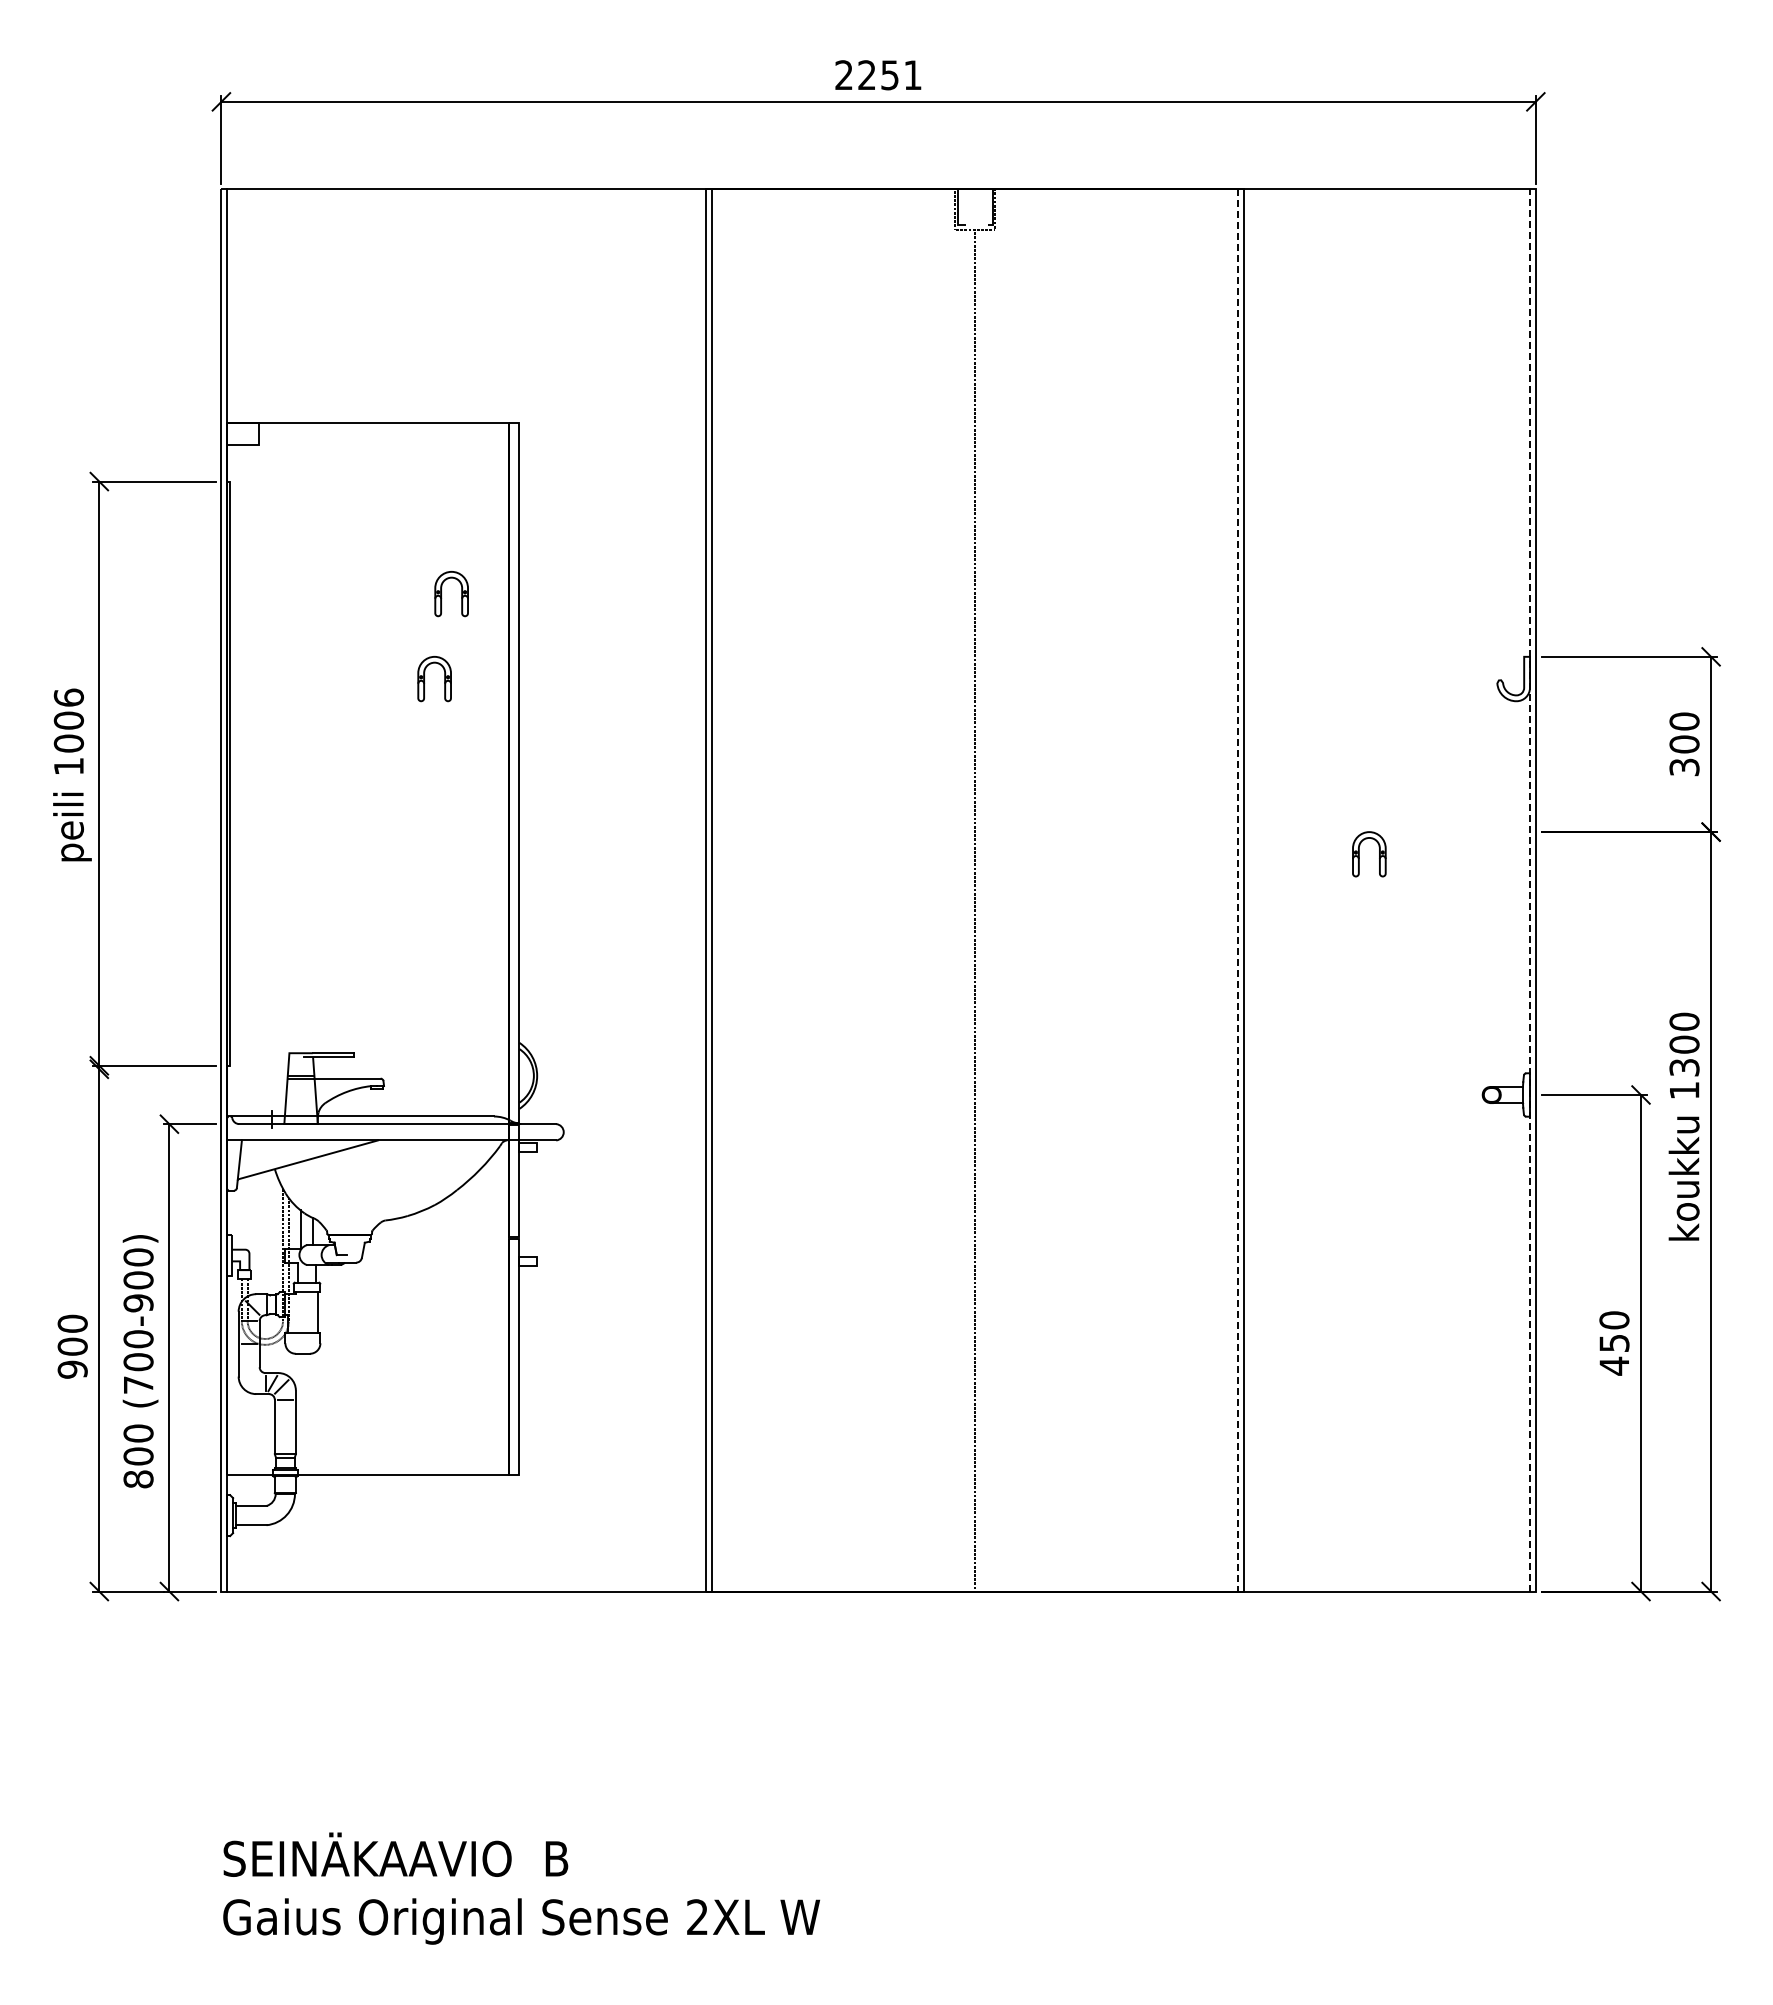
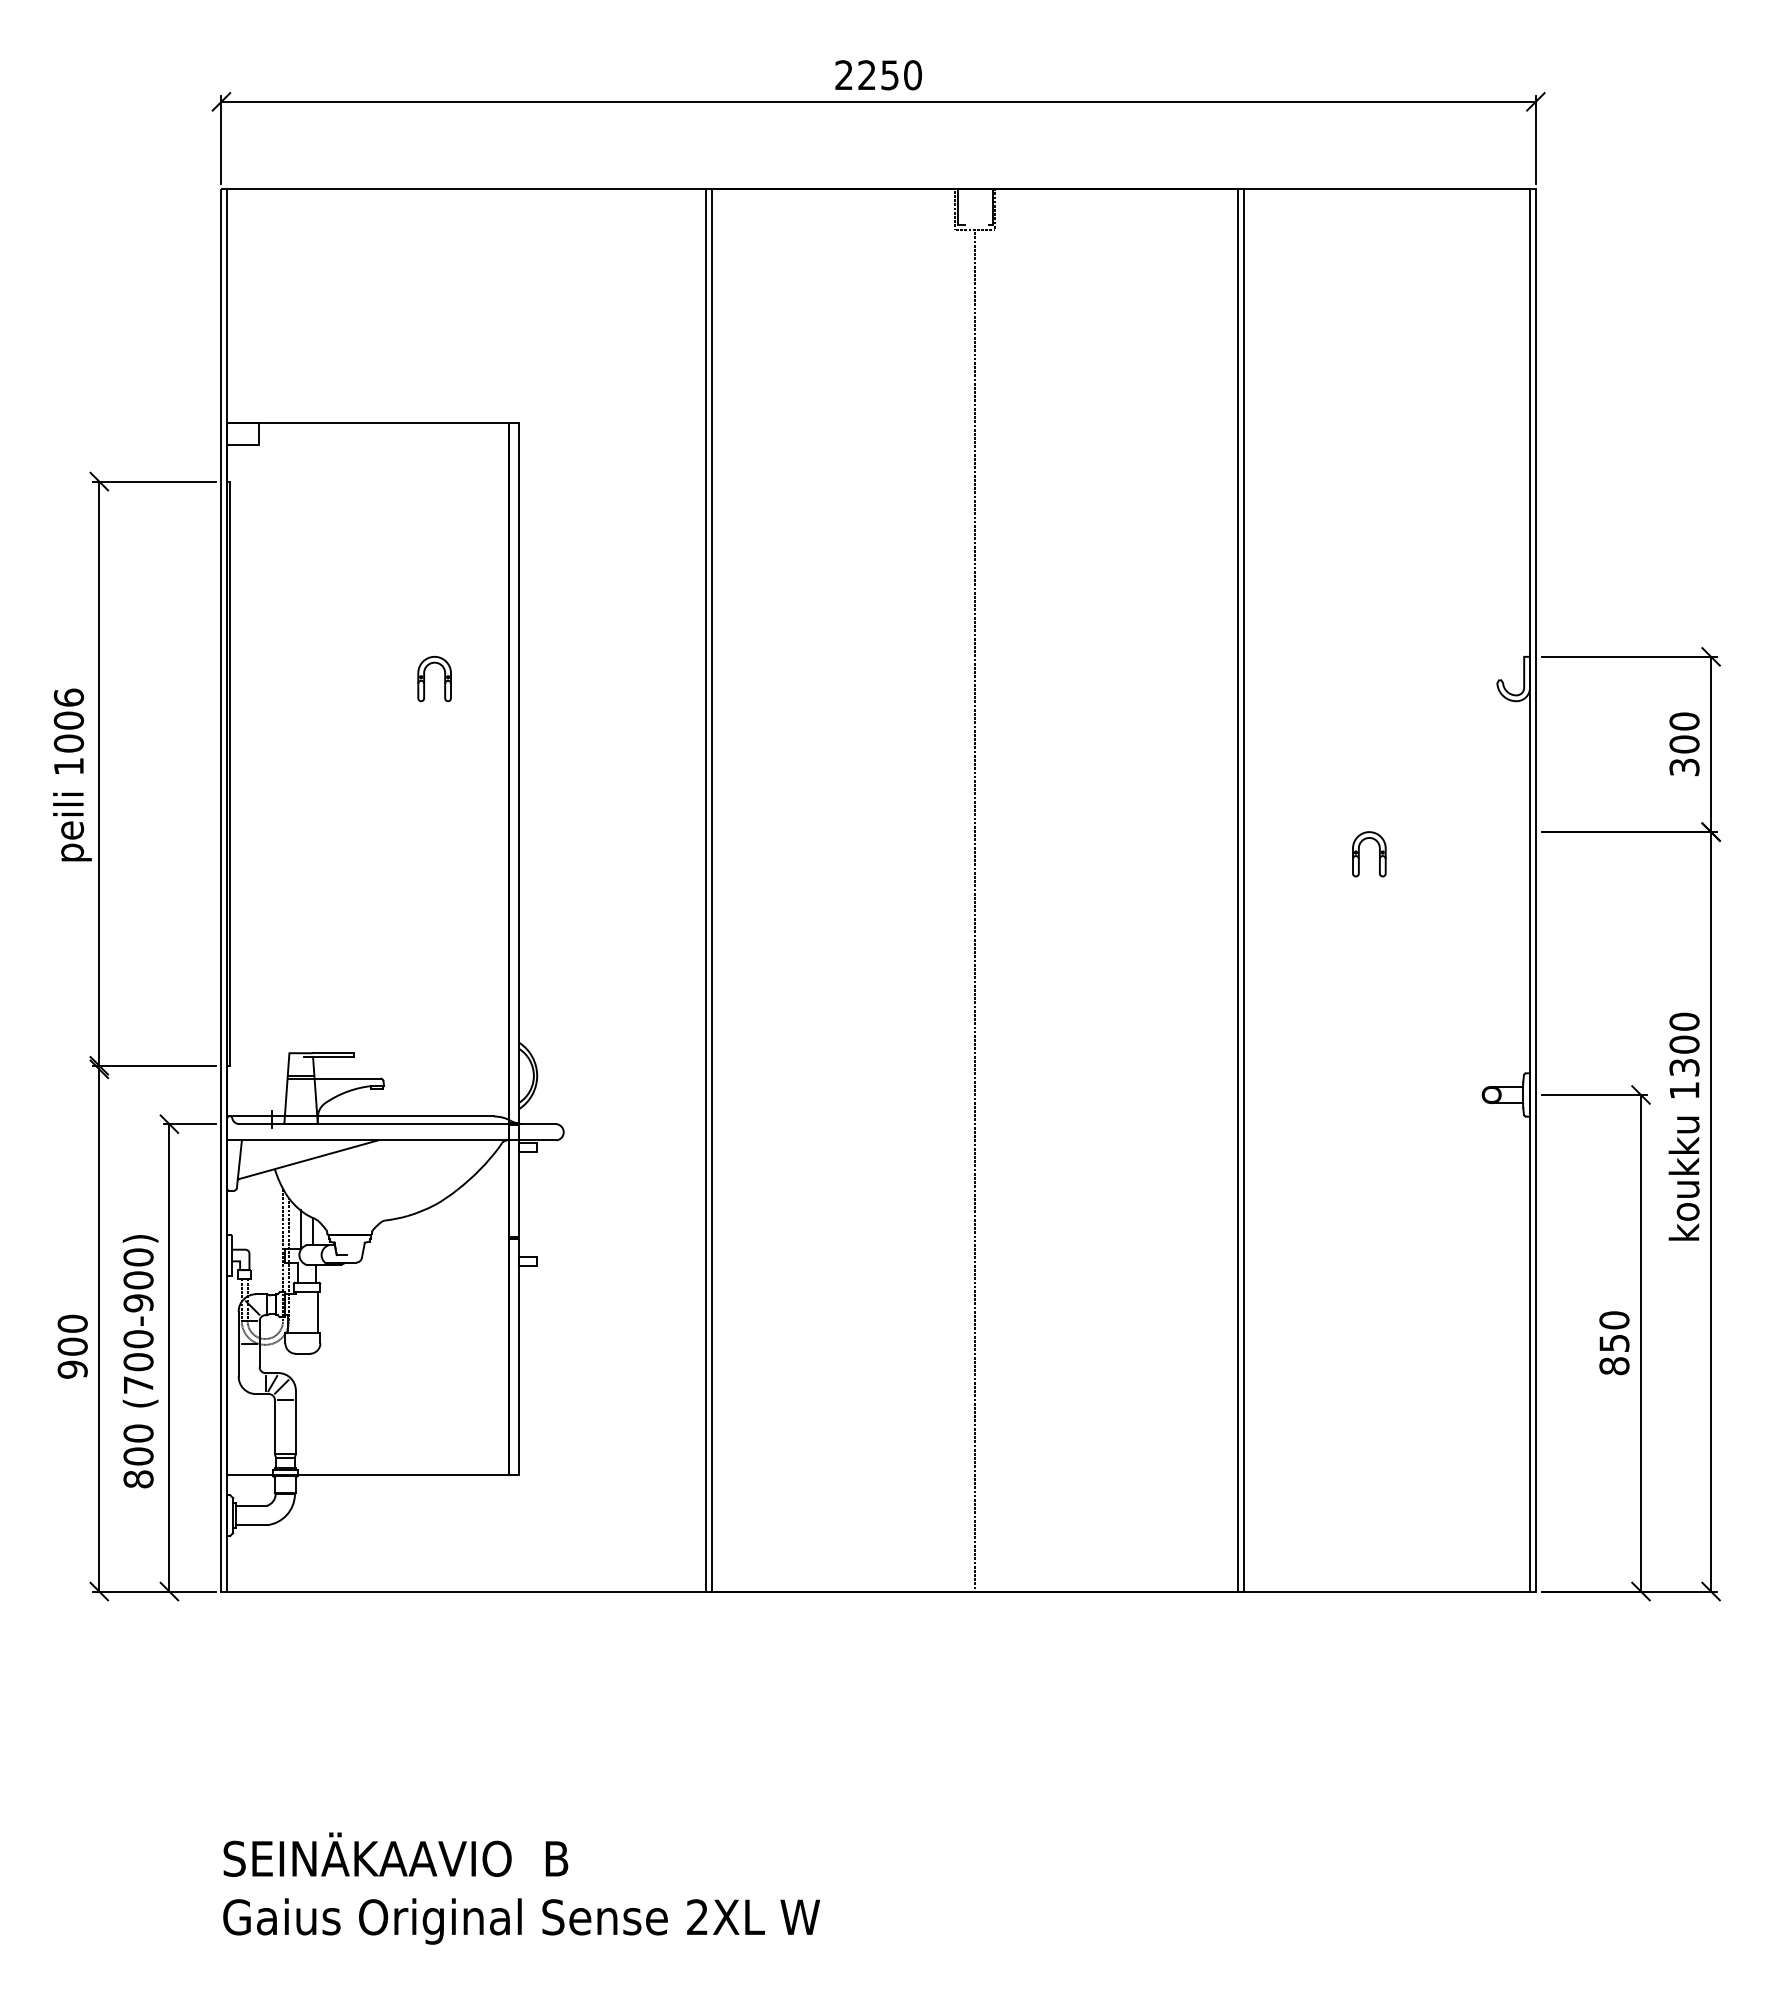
text at (913, 75): 2251 -> 2250
part at (442, 598): present -> none
line at (1530, 890): dashed -> solid
line at (1237, 891): dashed -> solid
text at (1614, 1365): 450 -> 850
